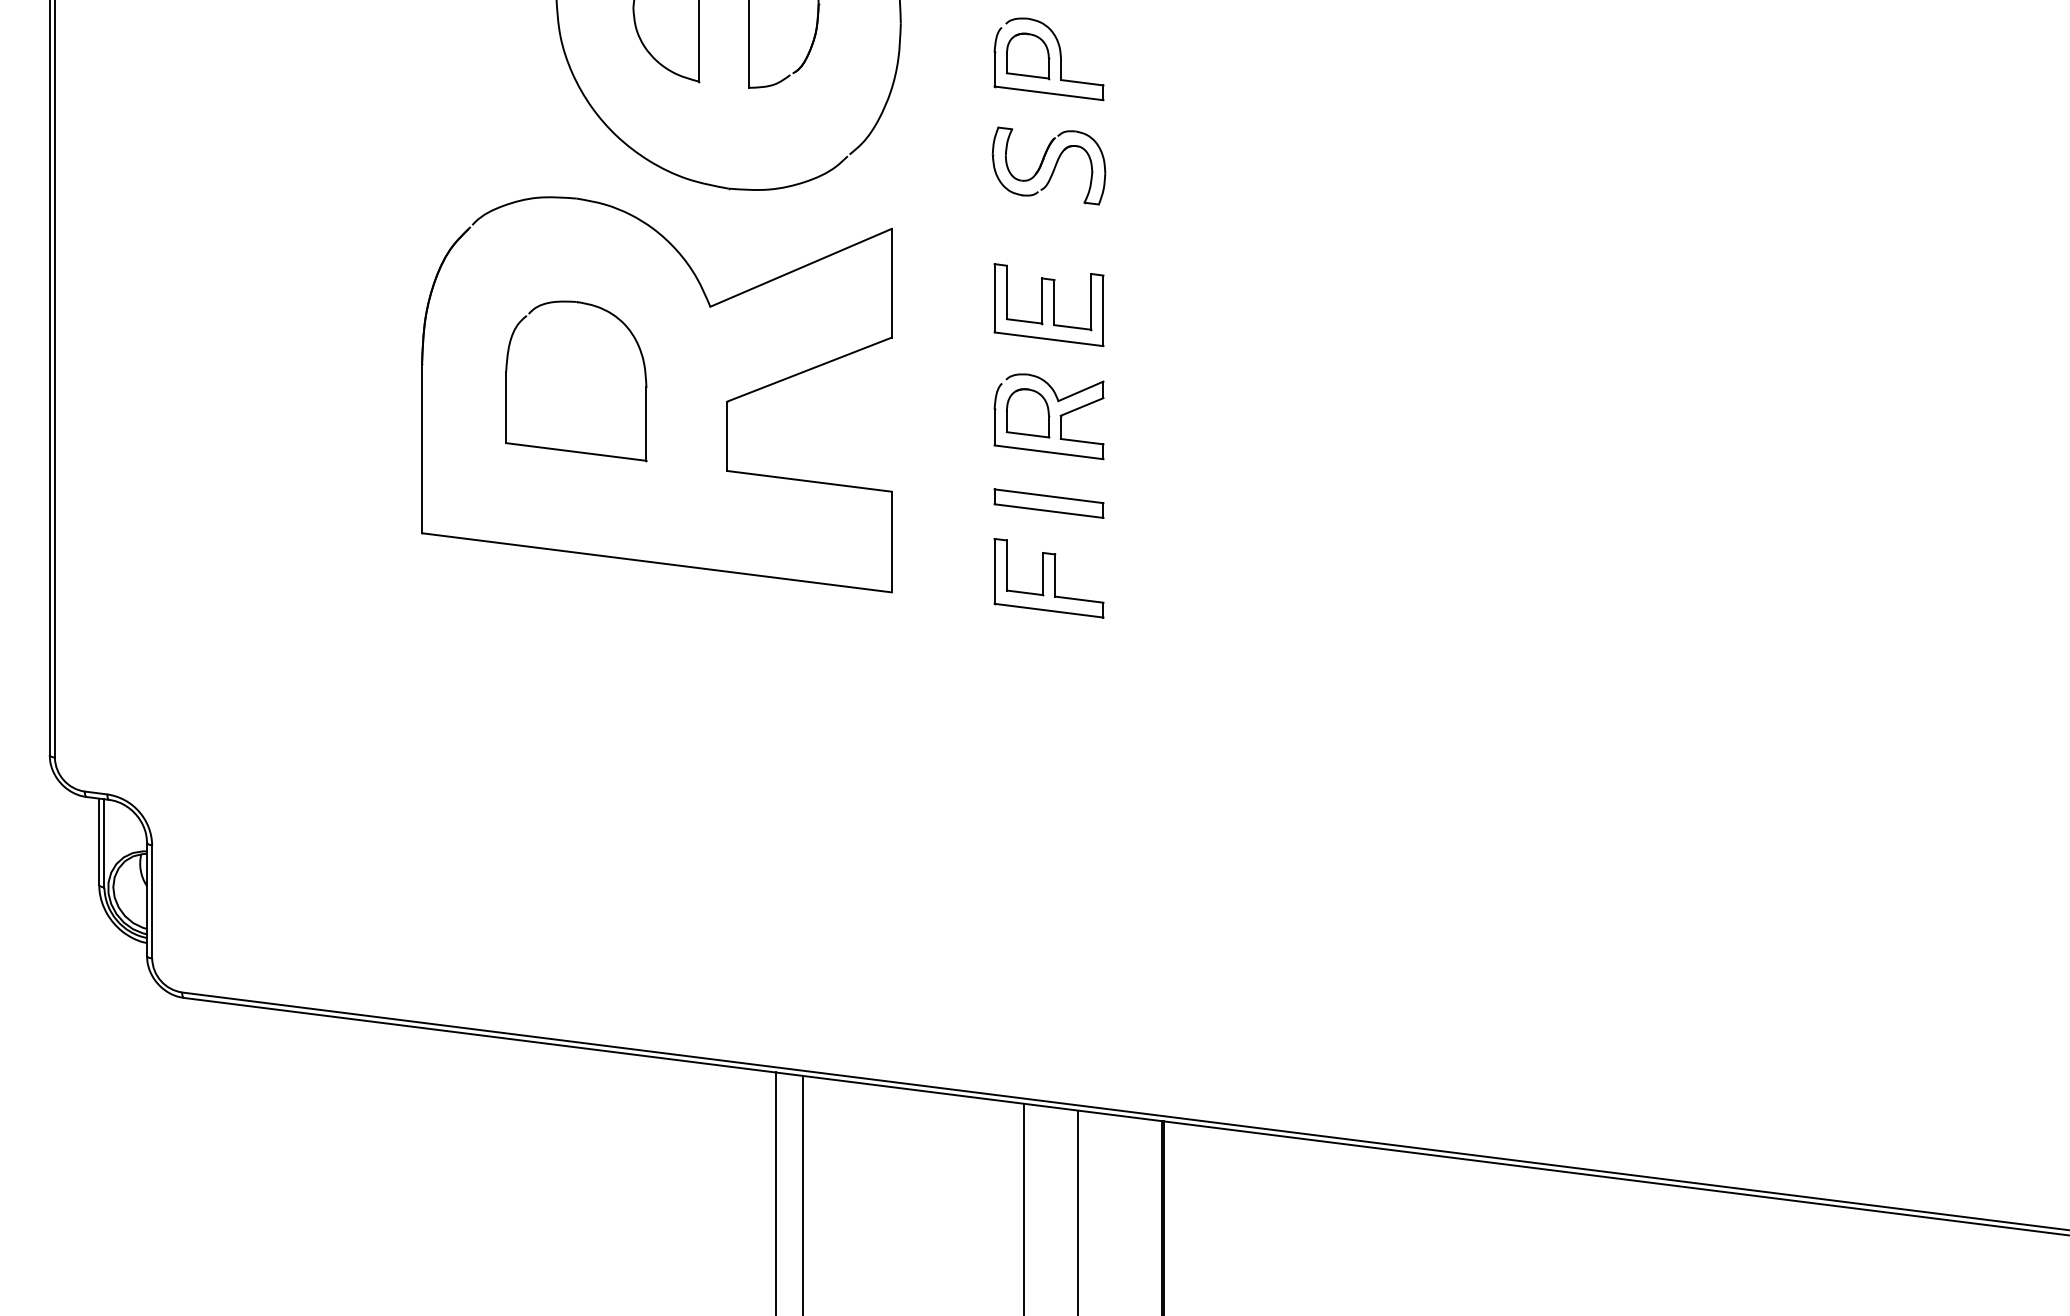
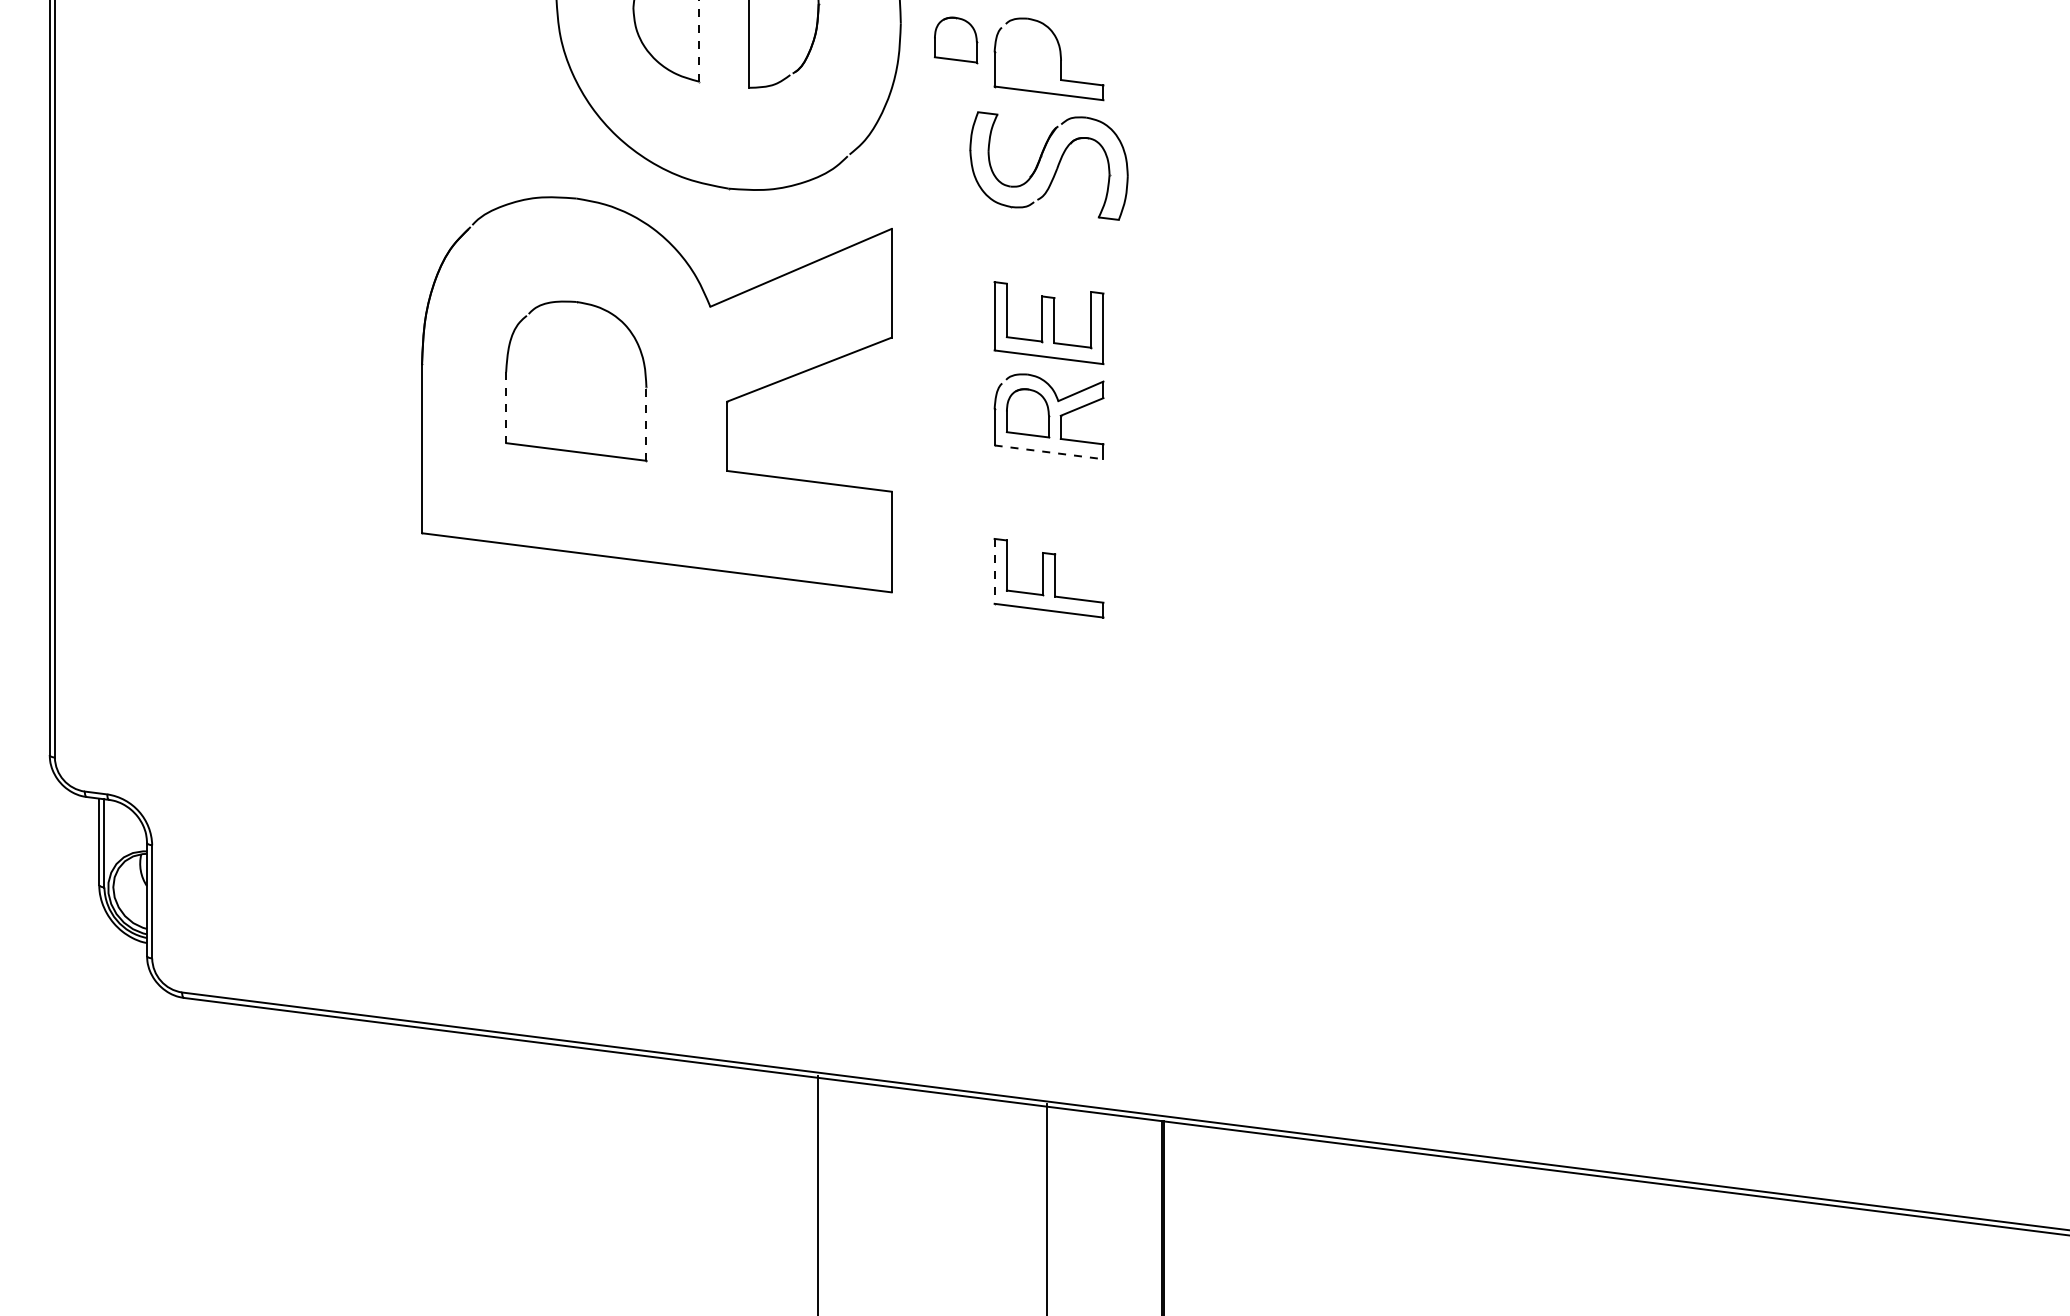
line at (698, 40): solid -> dashed
part at (1027, 56) position: (1027, 56) -> (955, 40)
part at (1048, 165) size: 116x80 px -> 160x110 px
part at (1048, 304) position: (1048, 304) -> (1048, 322)
line at (506, 408): solid -> dashed
line at (646, 424): solid -> dashed
line at (1049, 452): solid -> dashed
part at (1048, 503): present -> none
line at (994, 571): solid -> dashed
line at (775, 1192): present -> none
line at (802, 1193) position: (802, 1193) -> (817, 1193)
line at (1024, 1207) position: (1024, 1207) -> (1047, 1207)
line at (1077, 1211): present -> none
